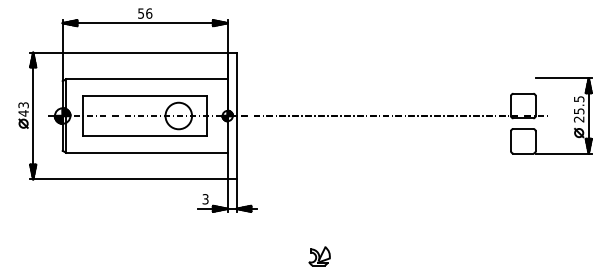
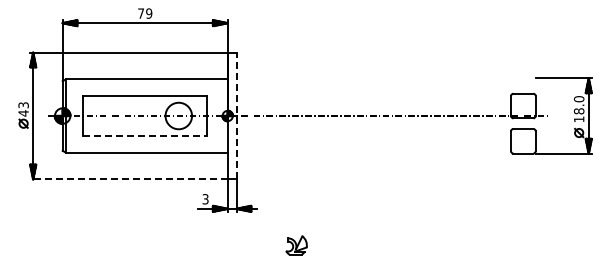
text at (145, 13): 56 -> 79
text at (578, 109): 25.5 -> 18.0
line at (236, 115): solid -> dashed
line at (145, 136): solid -> dashed
line at (129, 179): solid -> dashed
part at (319, 256) position: (319, 256) -> (296, 245)
